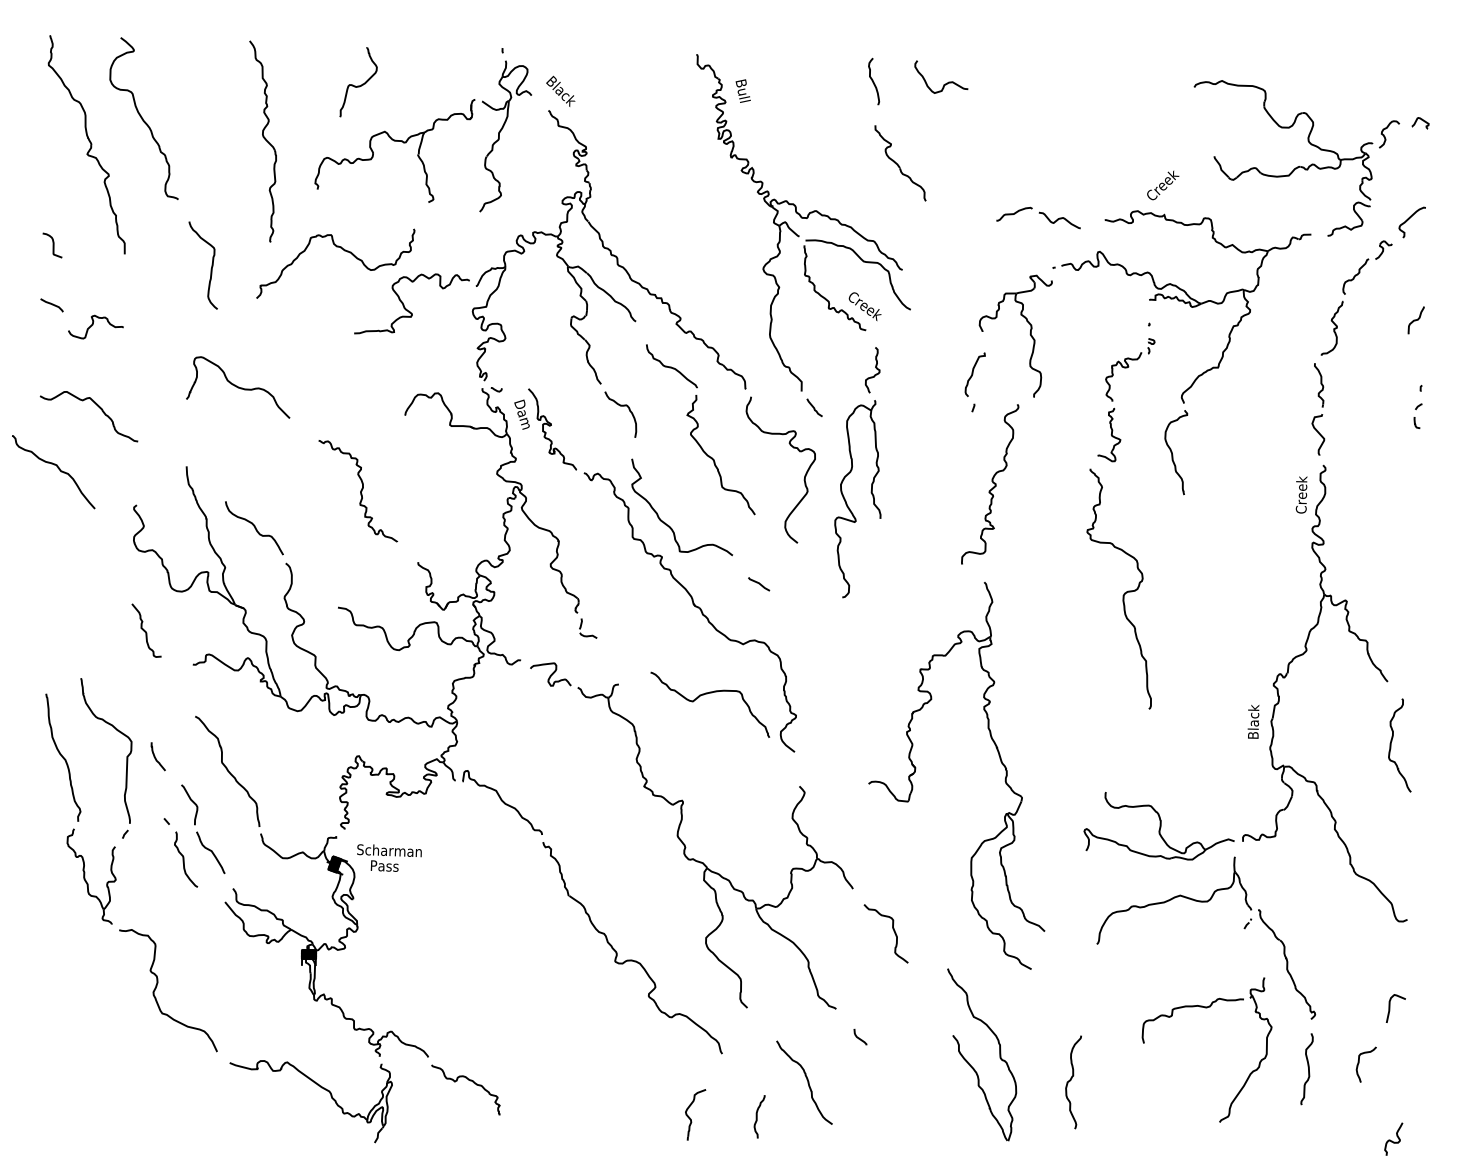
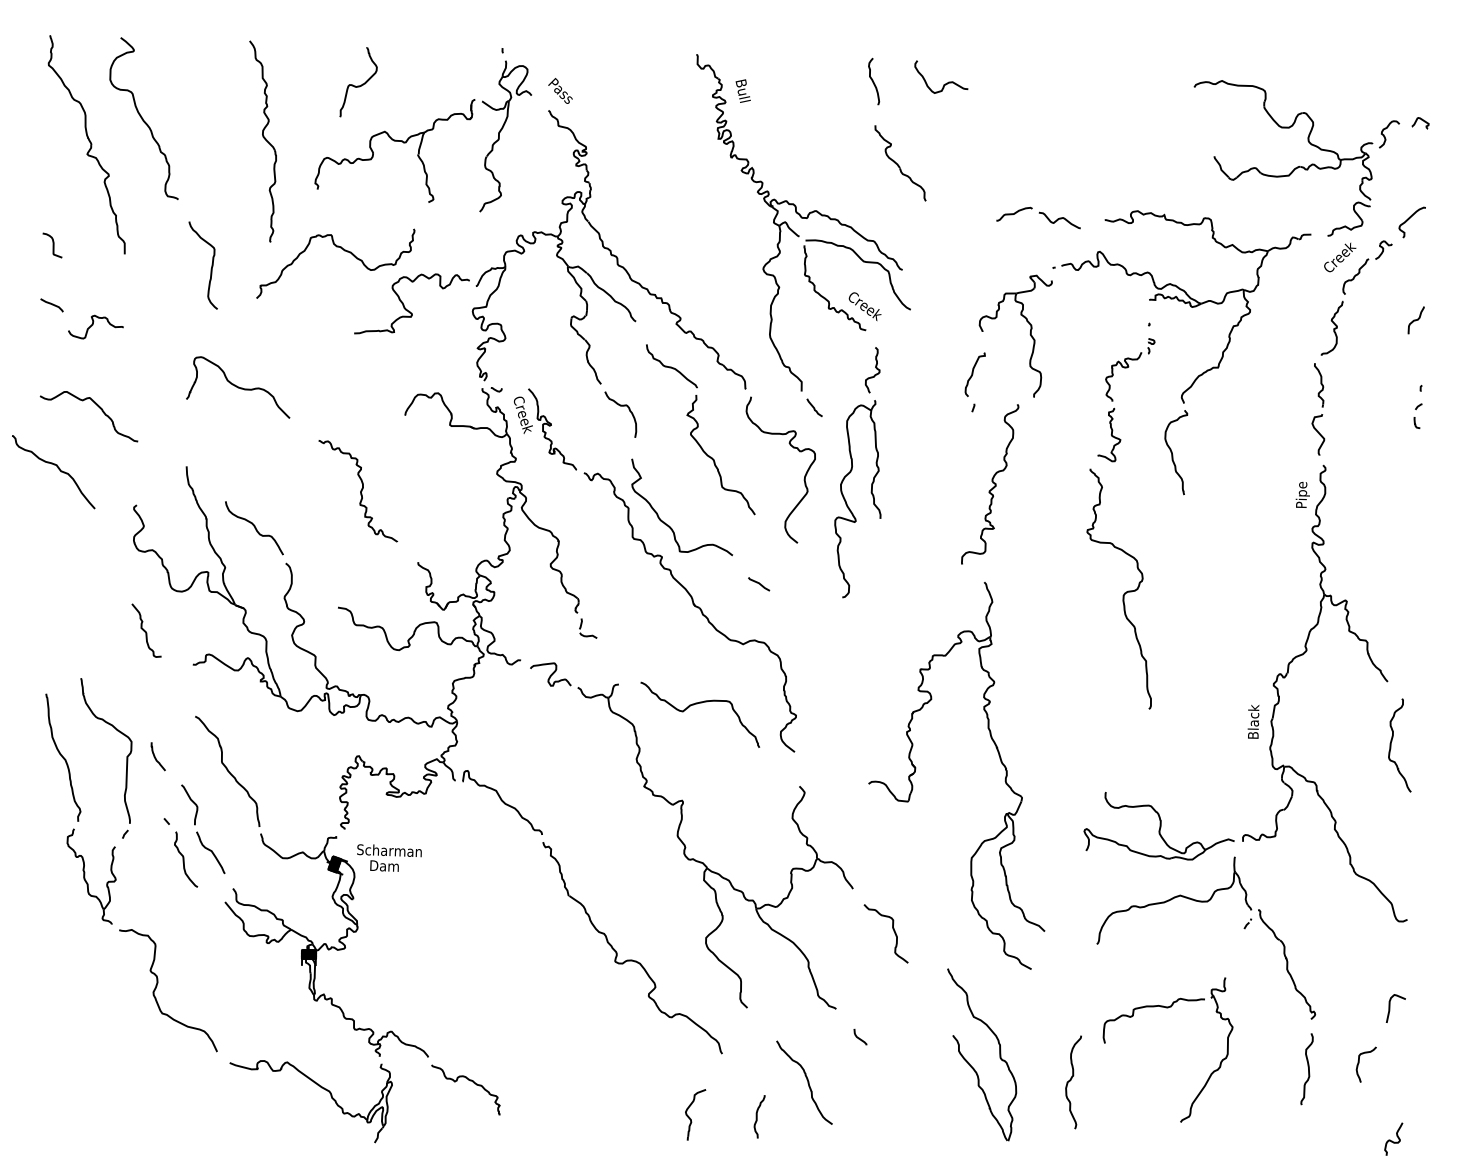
text at (560, 90): Black -> Pass
text at (1163, 185) position: (1163, 185) -> (1340, 257)
text at (522, 415): Dam -> Creek
text at (1302, 494): Creek -> Pipe
curve at (707, 694) position: (707, 694) -> (697, 704)
text at (384, 865): Pass -> Dam
part at (1206, 1008) position: (1206, 1008) -> (1167, 1008)
